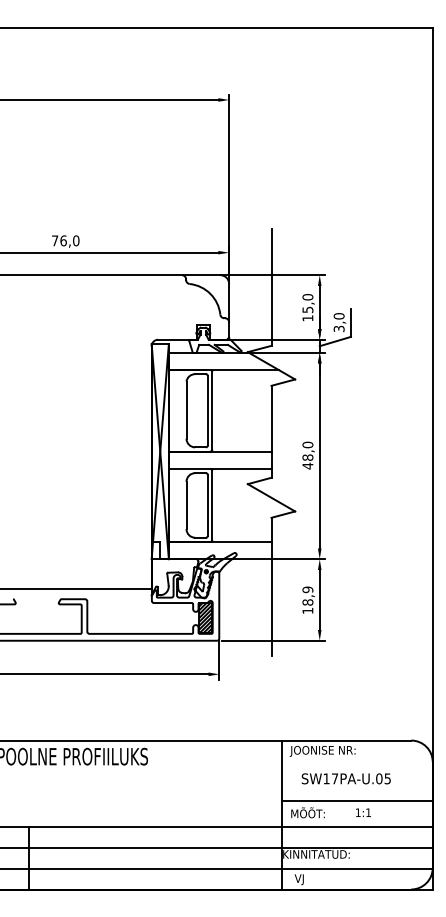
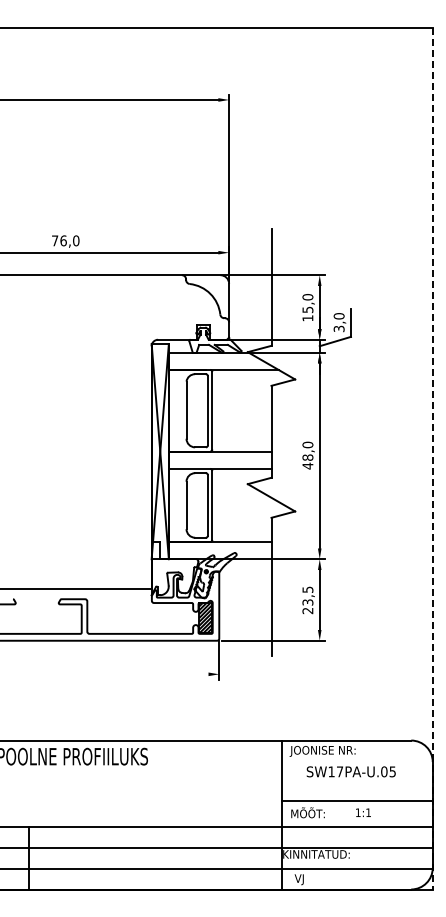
line at (432, 458): solid -> dashed
text at (307, 600): 18,9 -> 23,5
line at (105, 674): present -> none
text at (345, 778) position: (345, 778) -> (350, 771)
